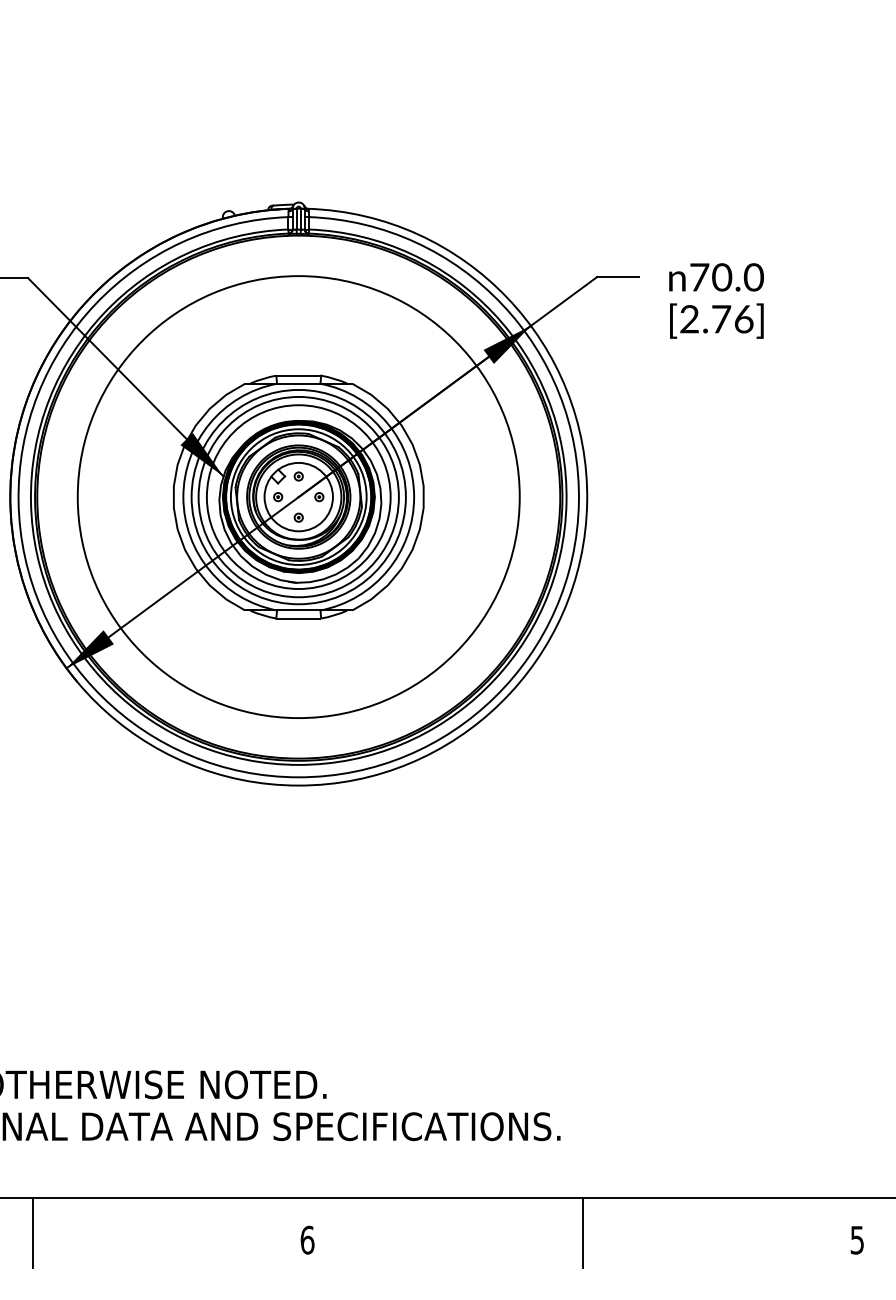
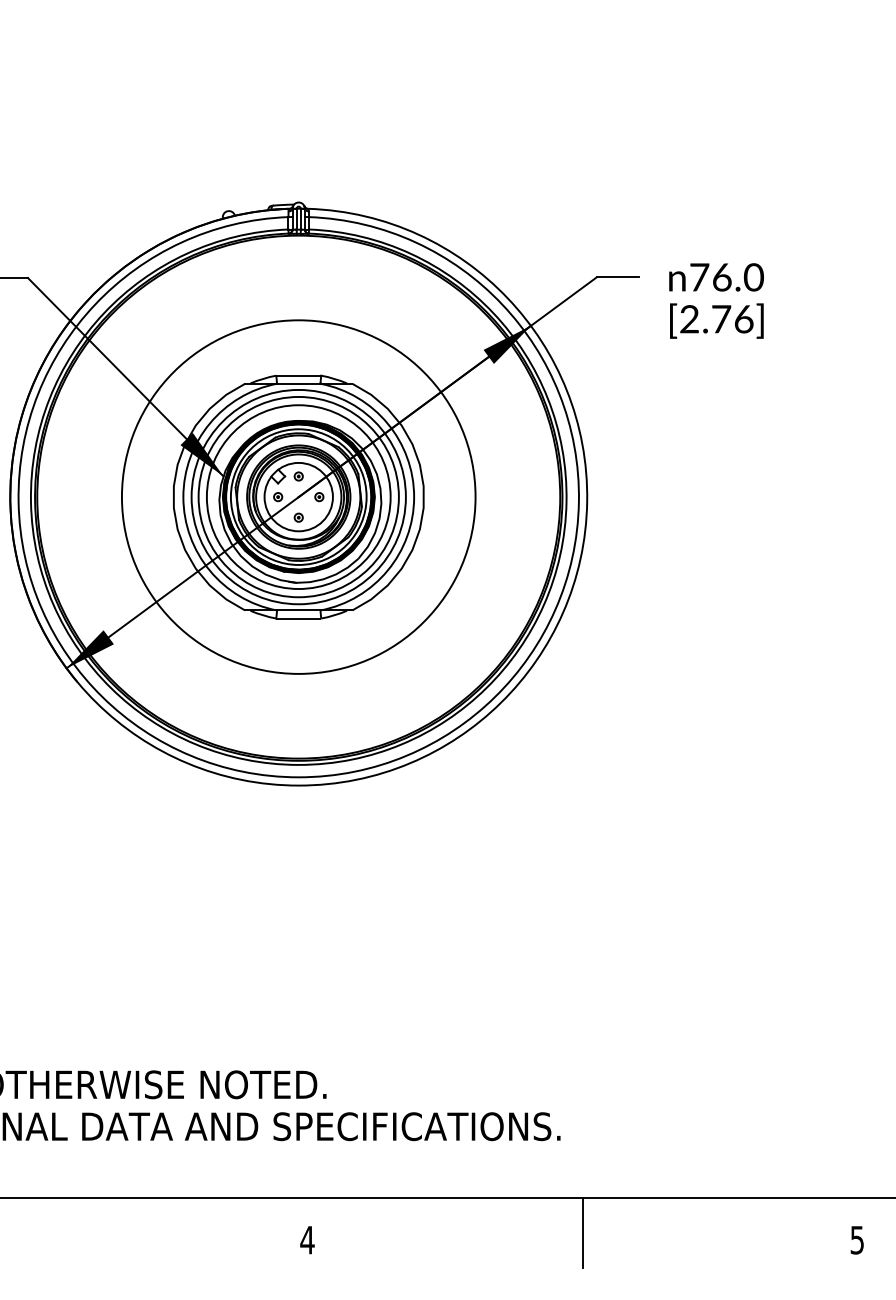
text at (722, 276): 70.0 -> 76.0
circle at (298, 497) diameter: 442 px -> 354 px
line at (32, 1233): present -> none
text at (307, 1239): 6 -> 4
